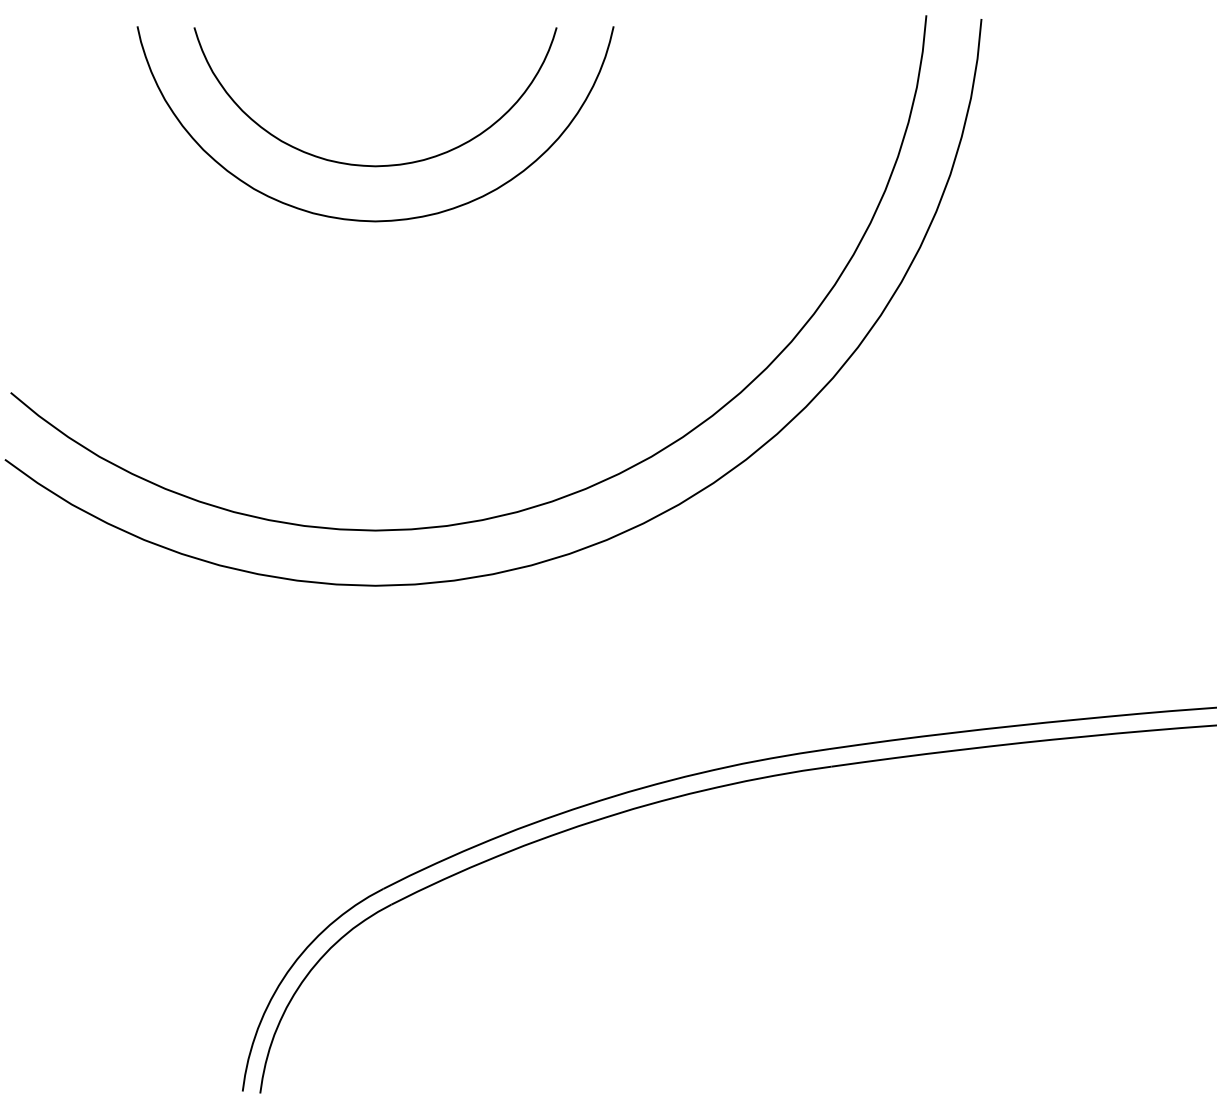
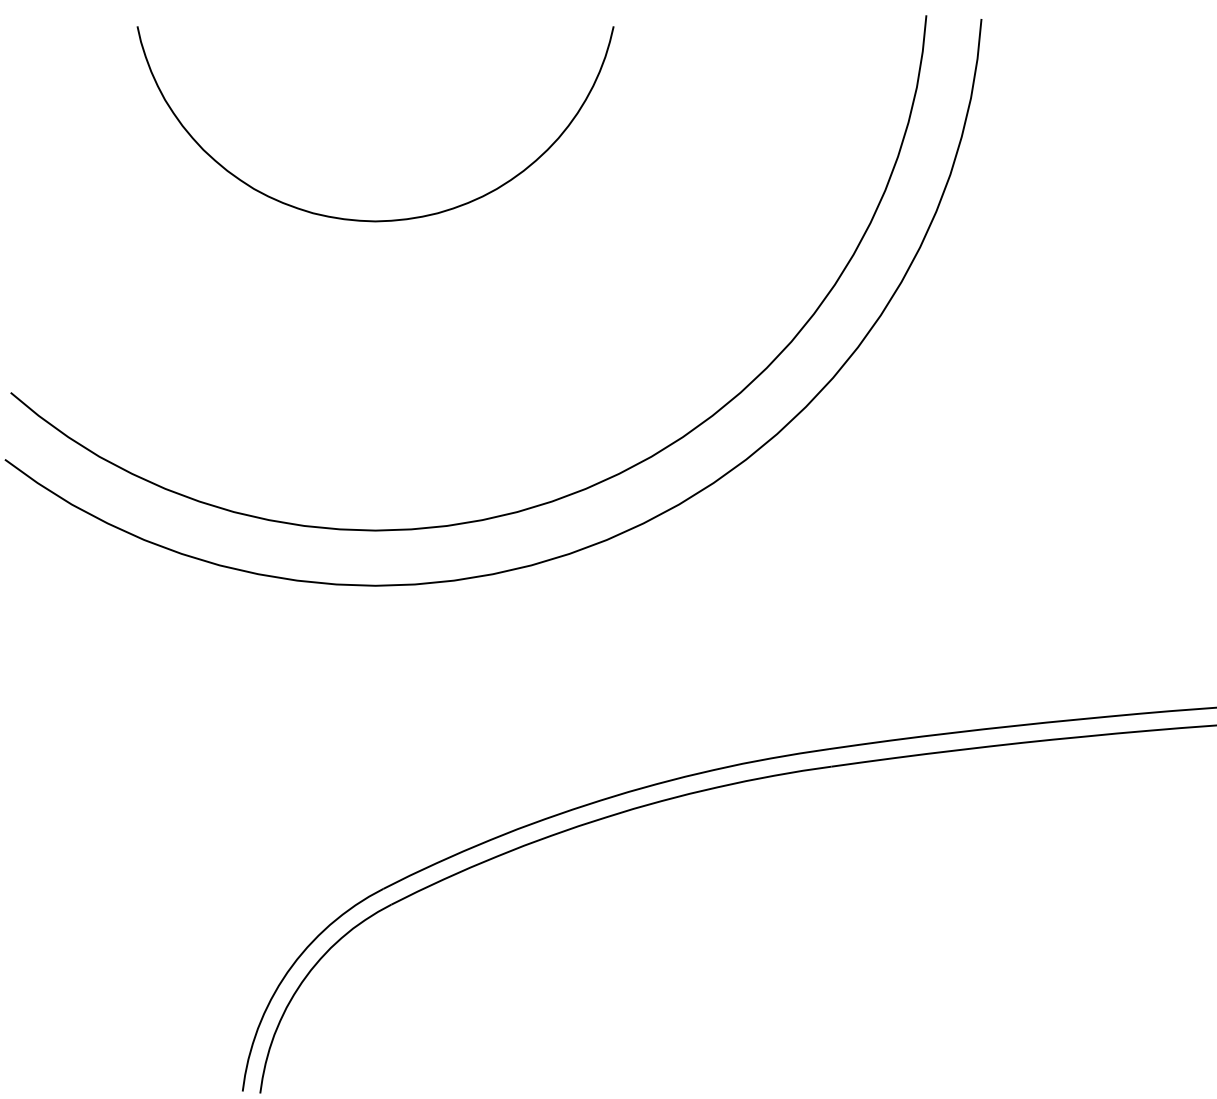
curve at (364, 164): present -> none
